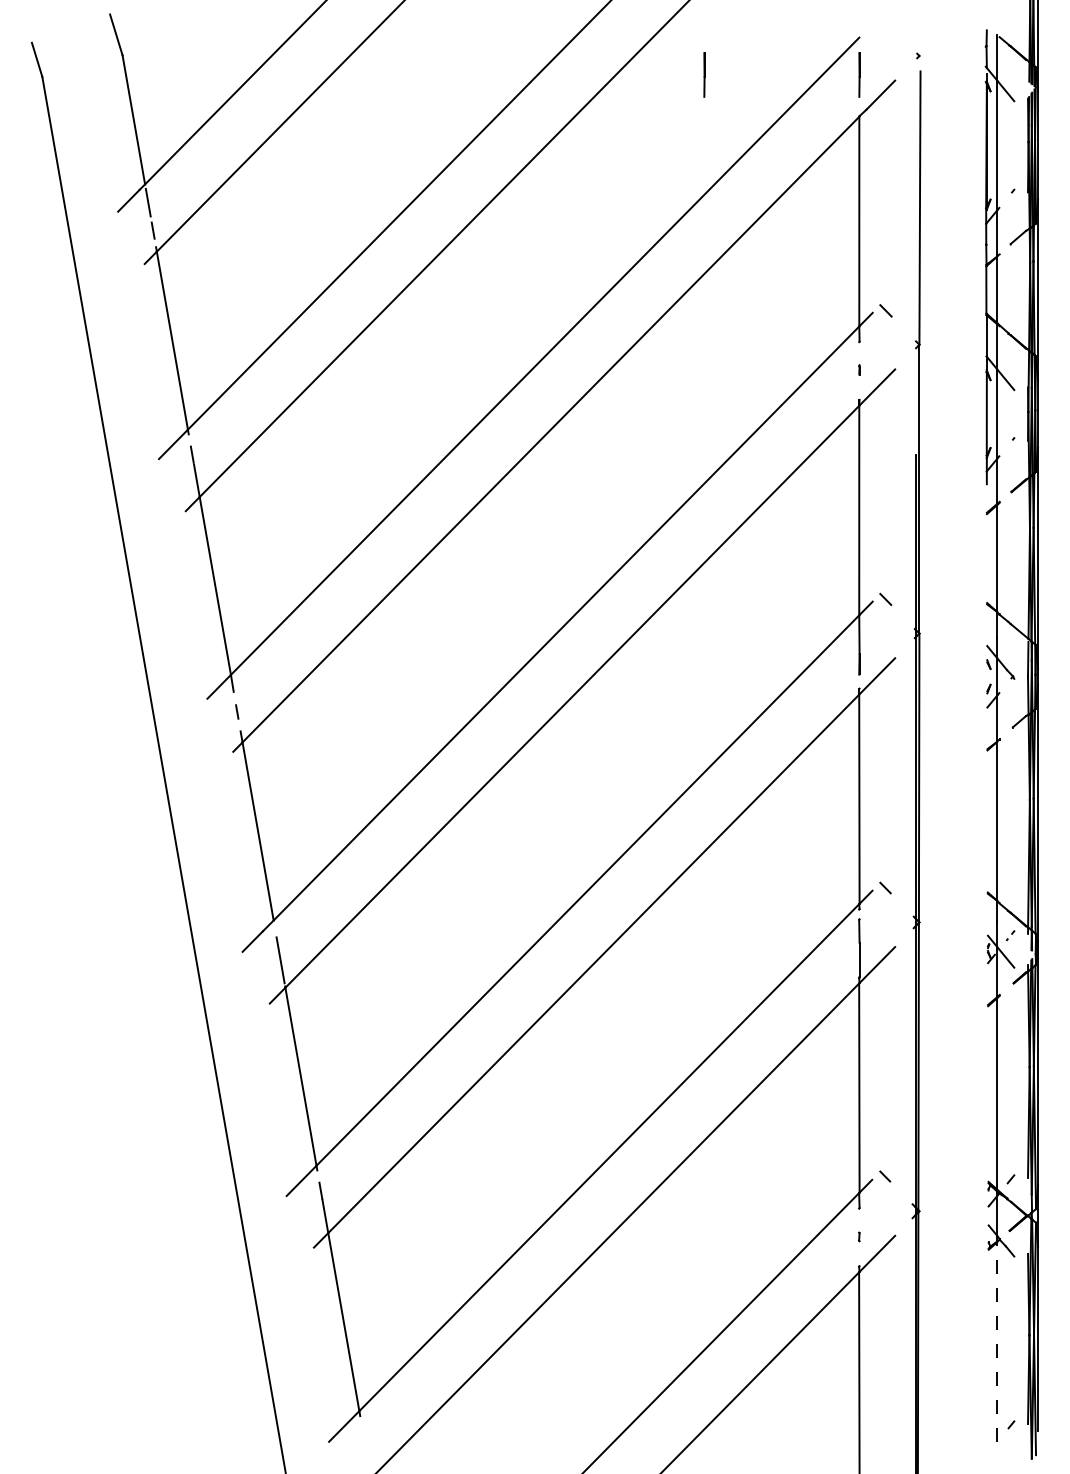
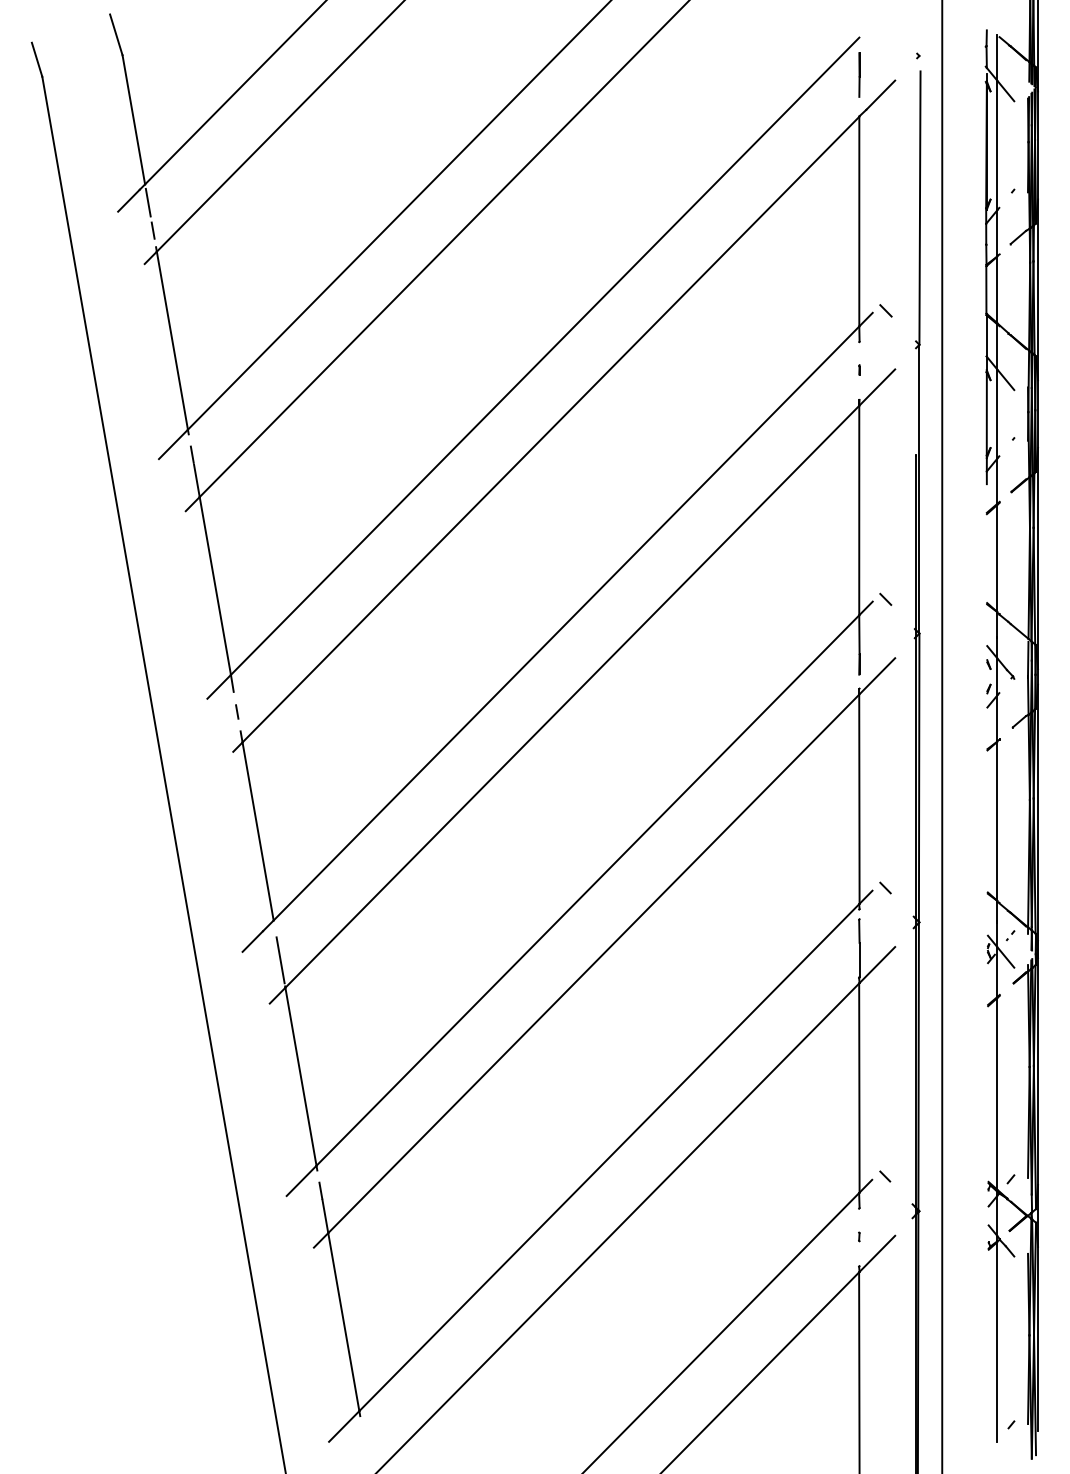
line at (704, 74): present -> none
line at (942, 736): none -> present
line at (997, 1342): dashed -> solid
